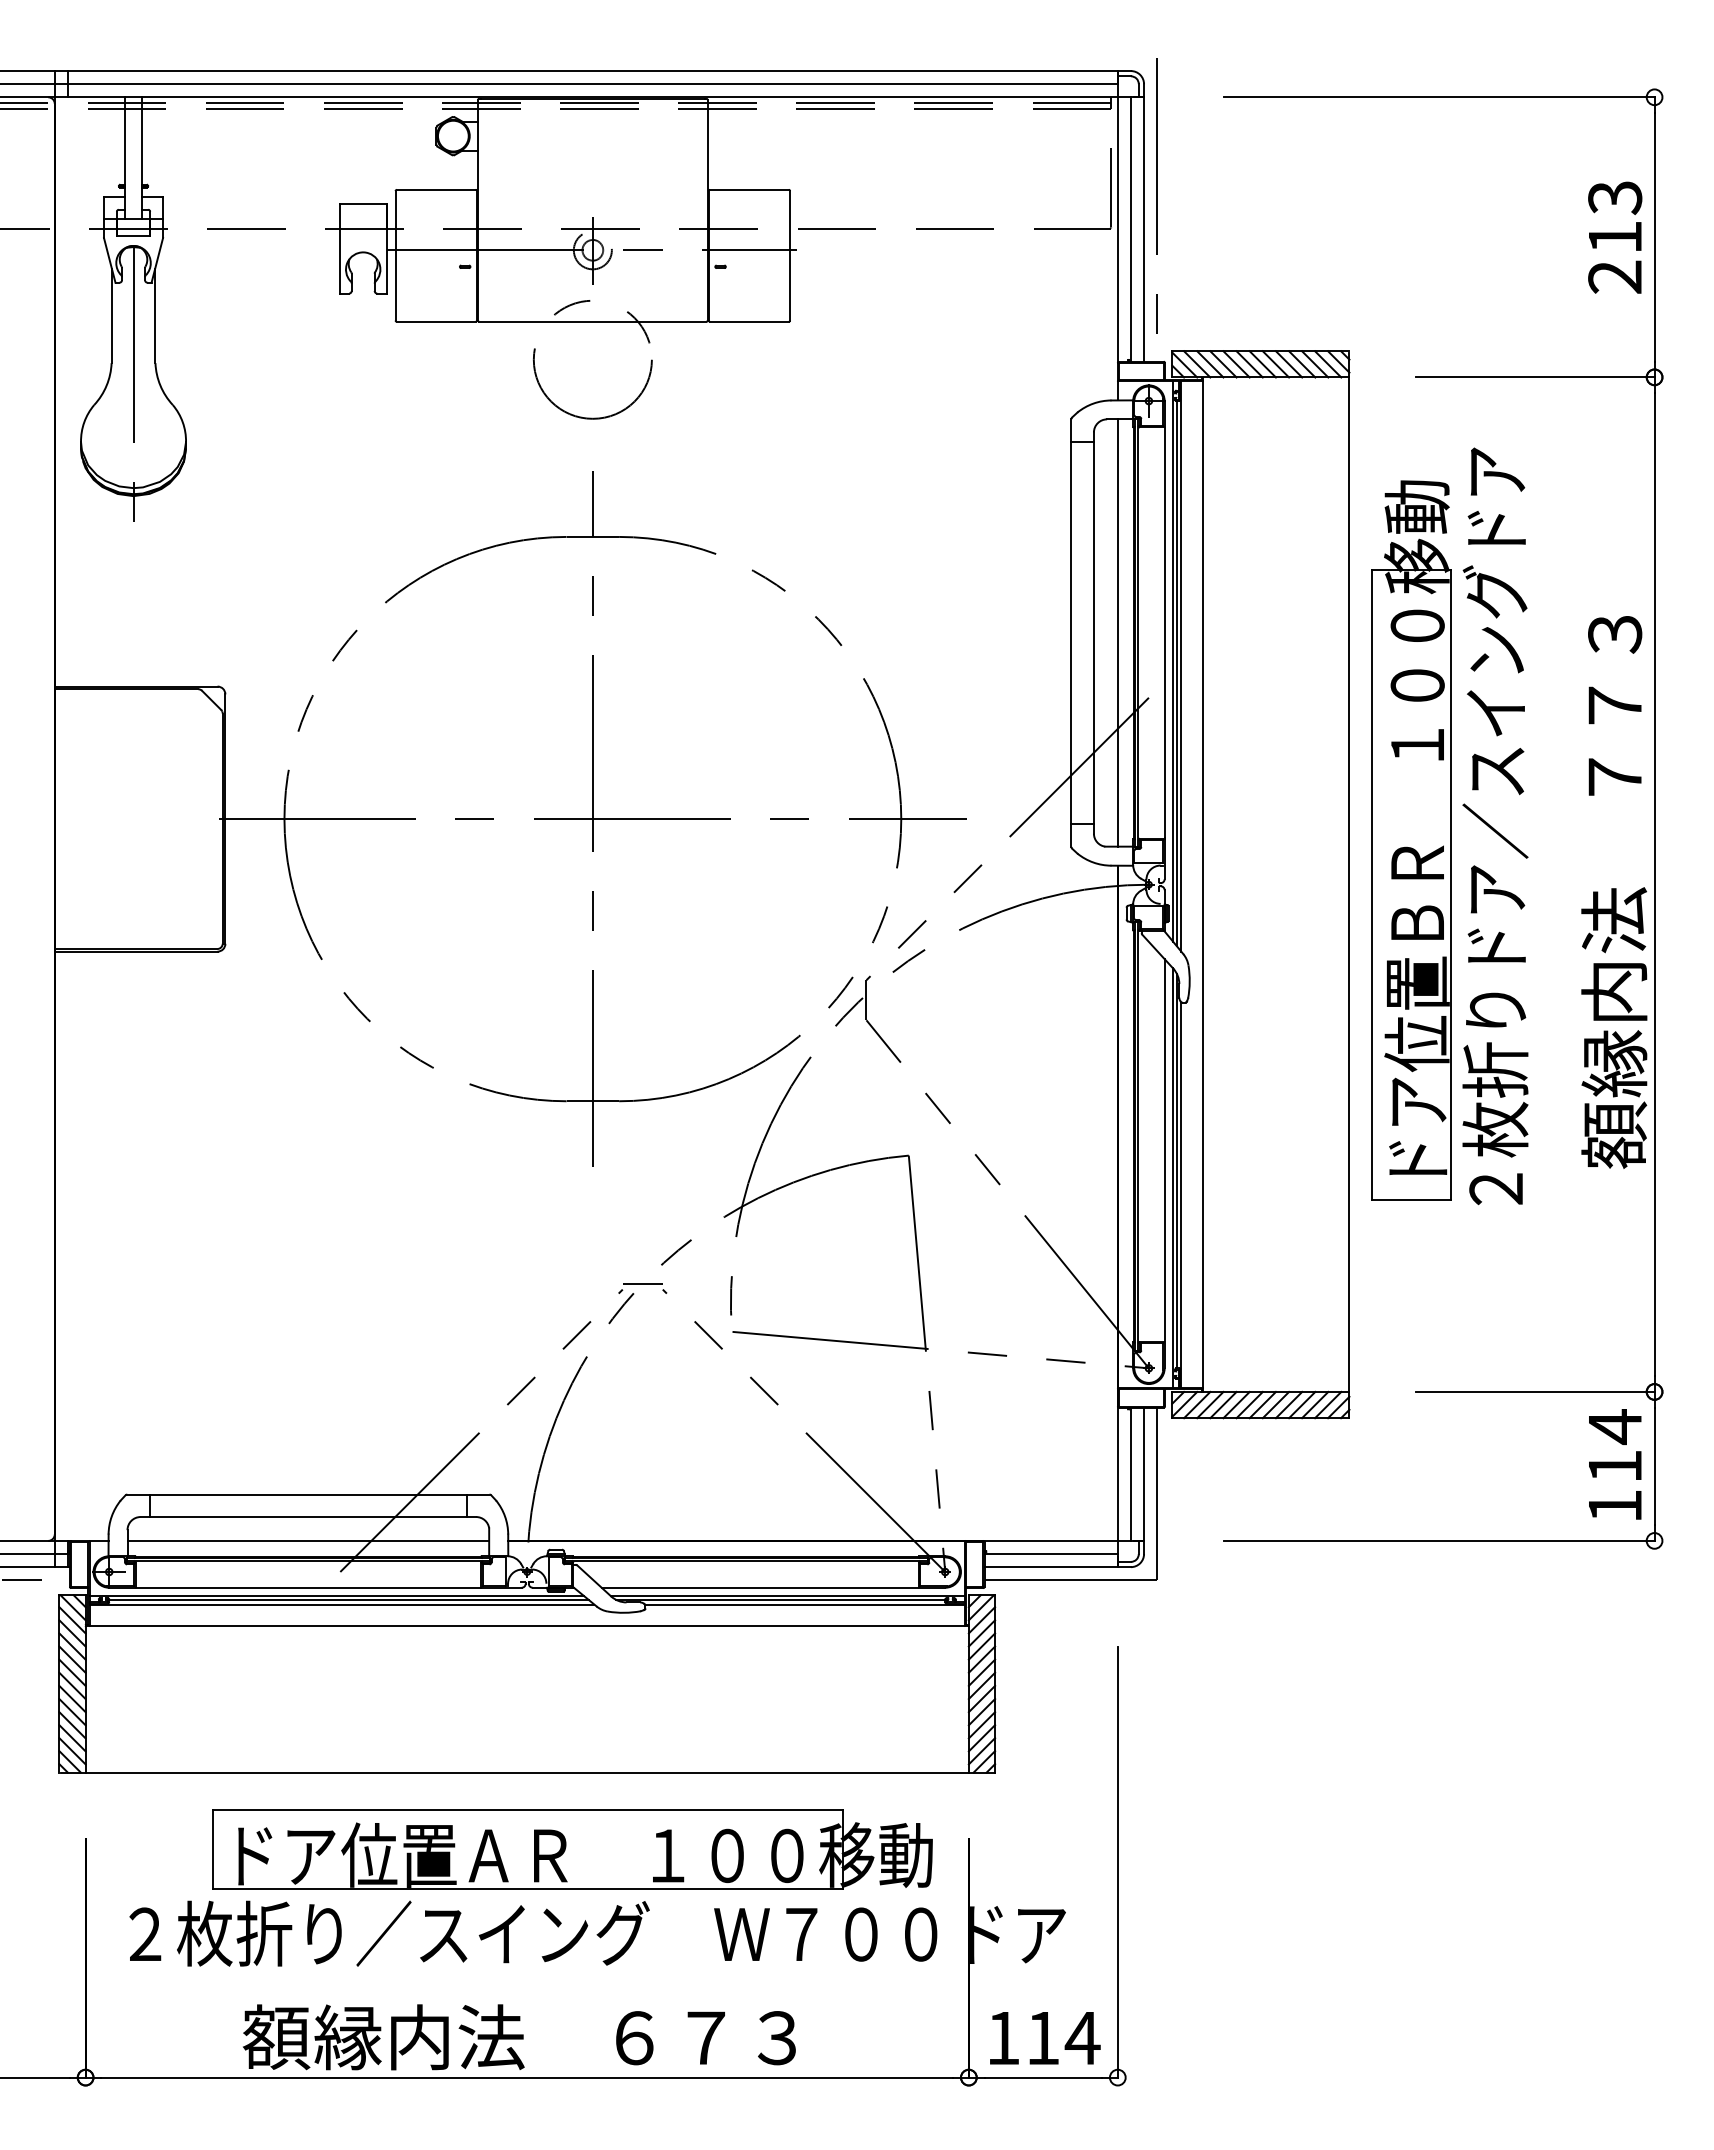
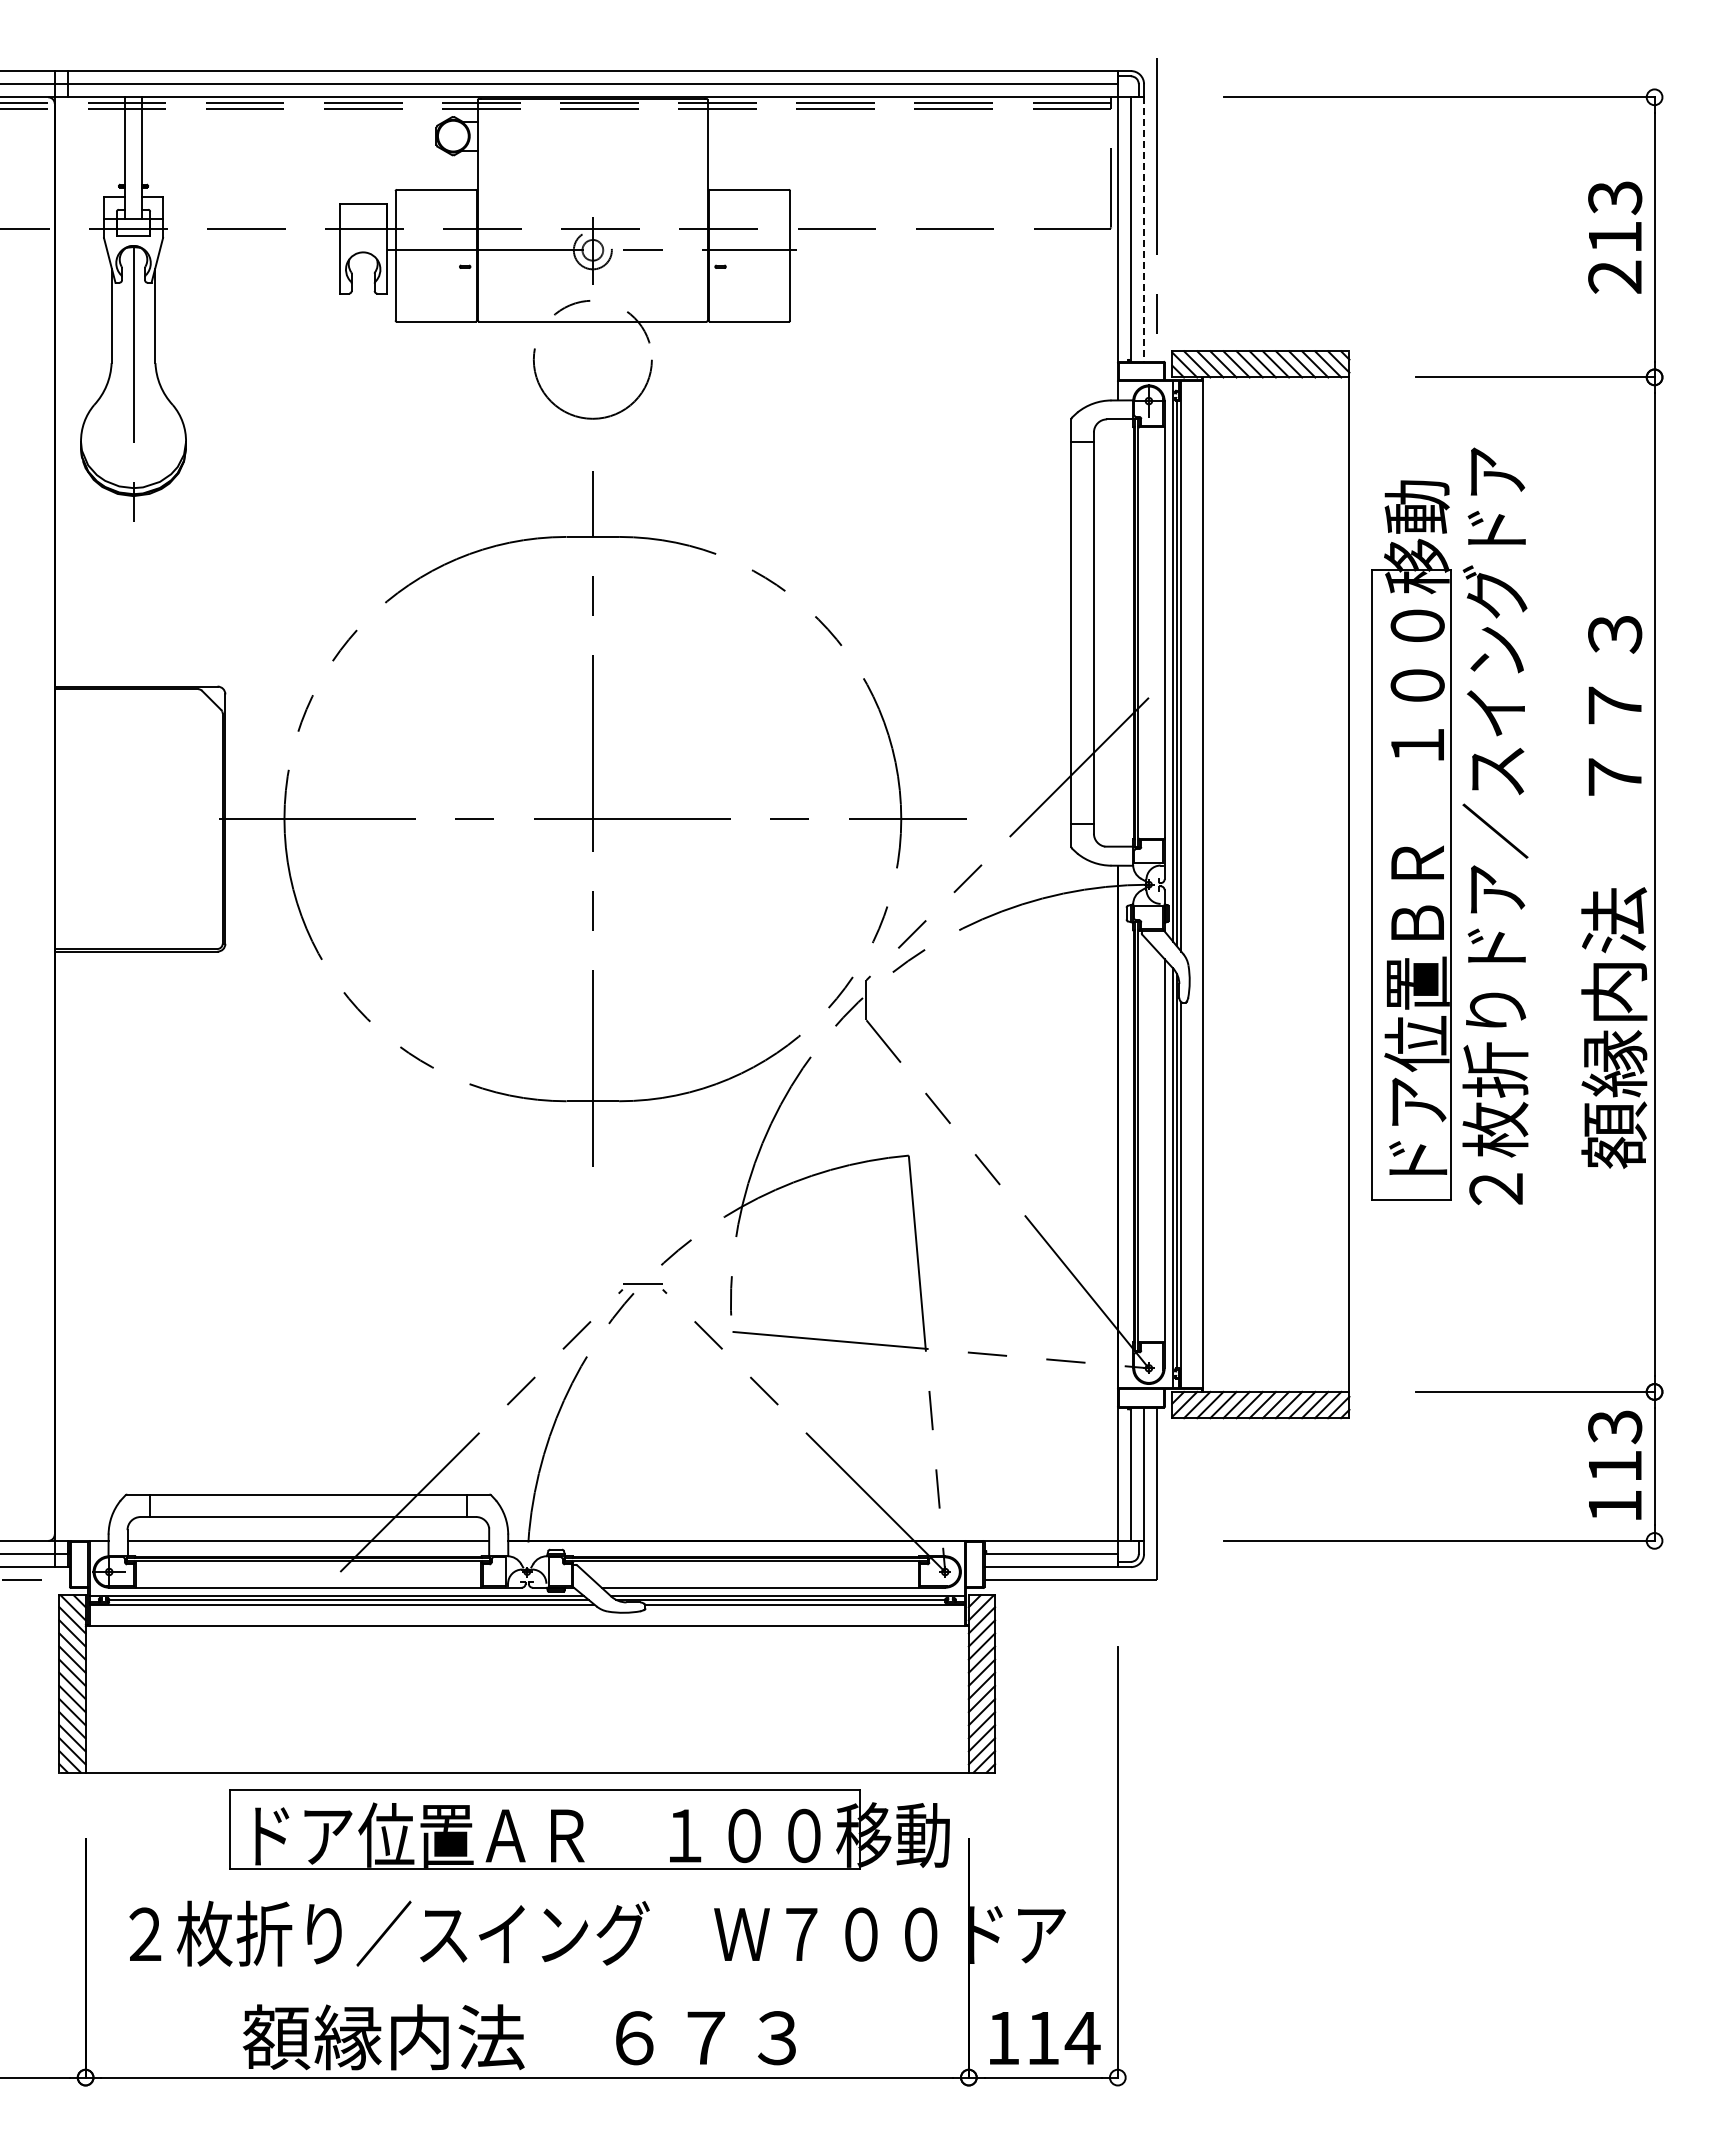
line at (1144, 230): solid -> dashed
line at (1117, 632): present -> none
text at (1615, 1427): 114 -> 113
part at (572, 1849) position: (572, 1849) -> (589, 1829)
